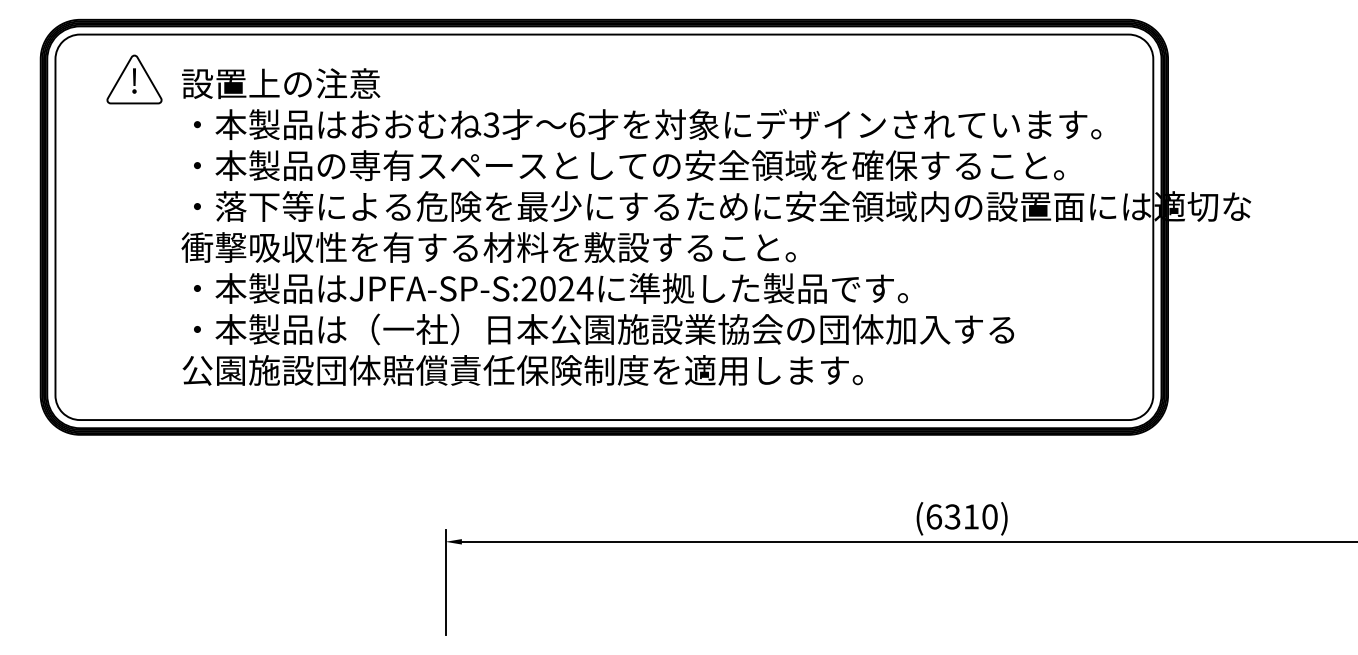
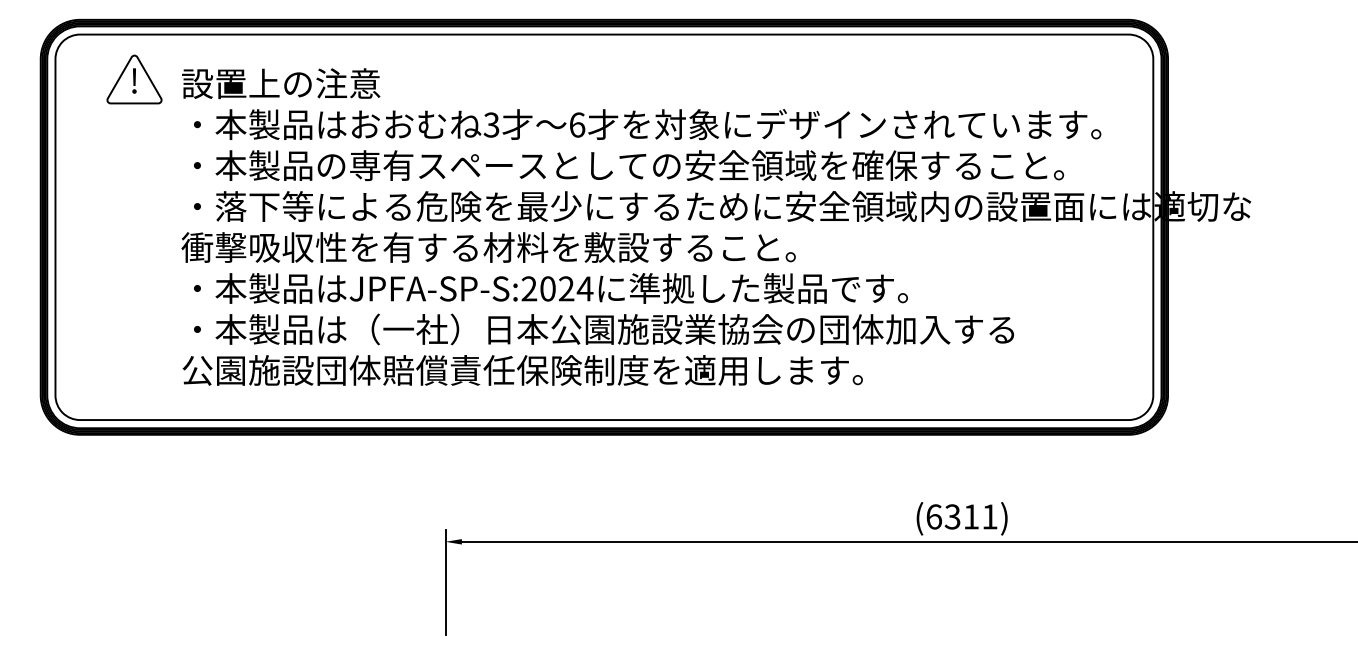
text at (989, 516): (6310) -> (6311)
